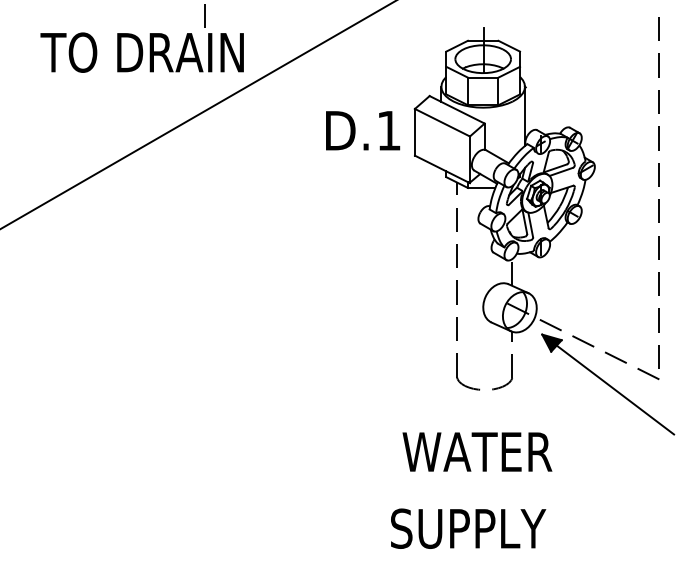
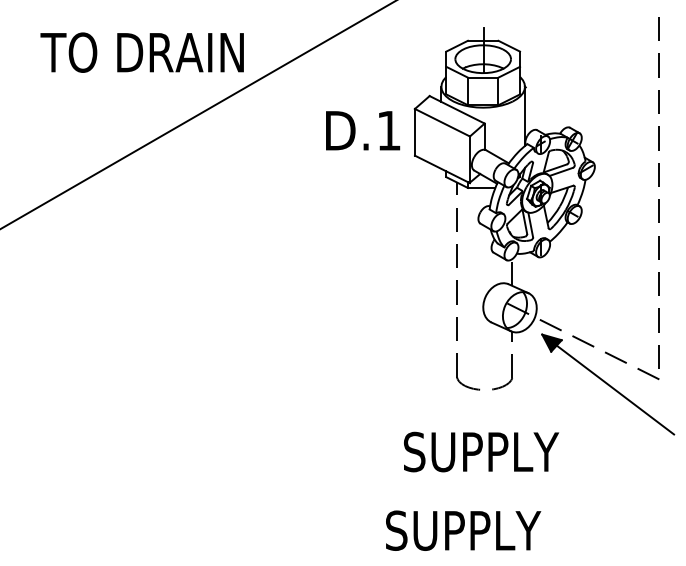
line at (205, 14): present -> none
text at (480, 451): WATER -> SUPPLY
text at (468, 528) position: (468, 528) -> (463, 530)
